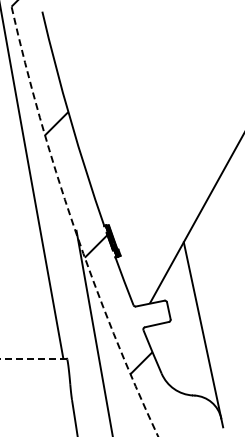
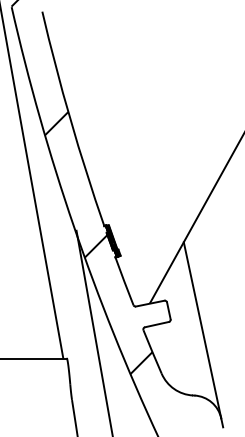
arc at (74, 226): dashed -> solid
line at (33, 358): dashed -> solid
